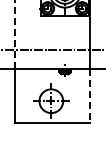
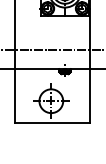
line at (15, 34): dashed -> solid
line at (89, 96): dashed -> solid
